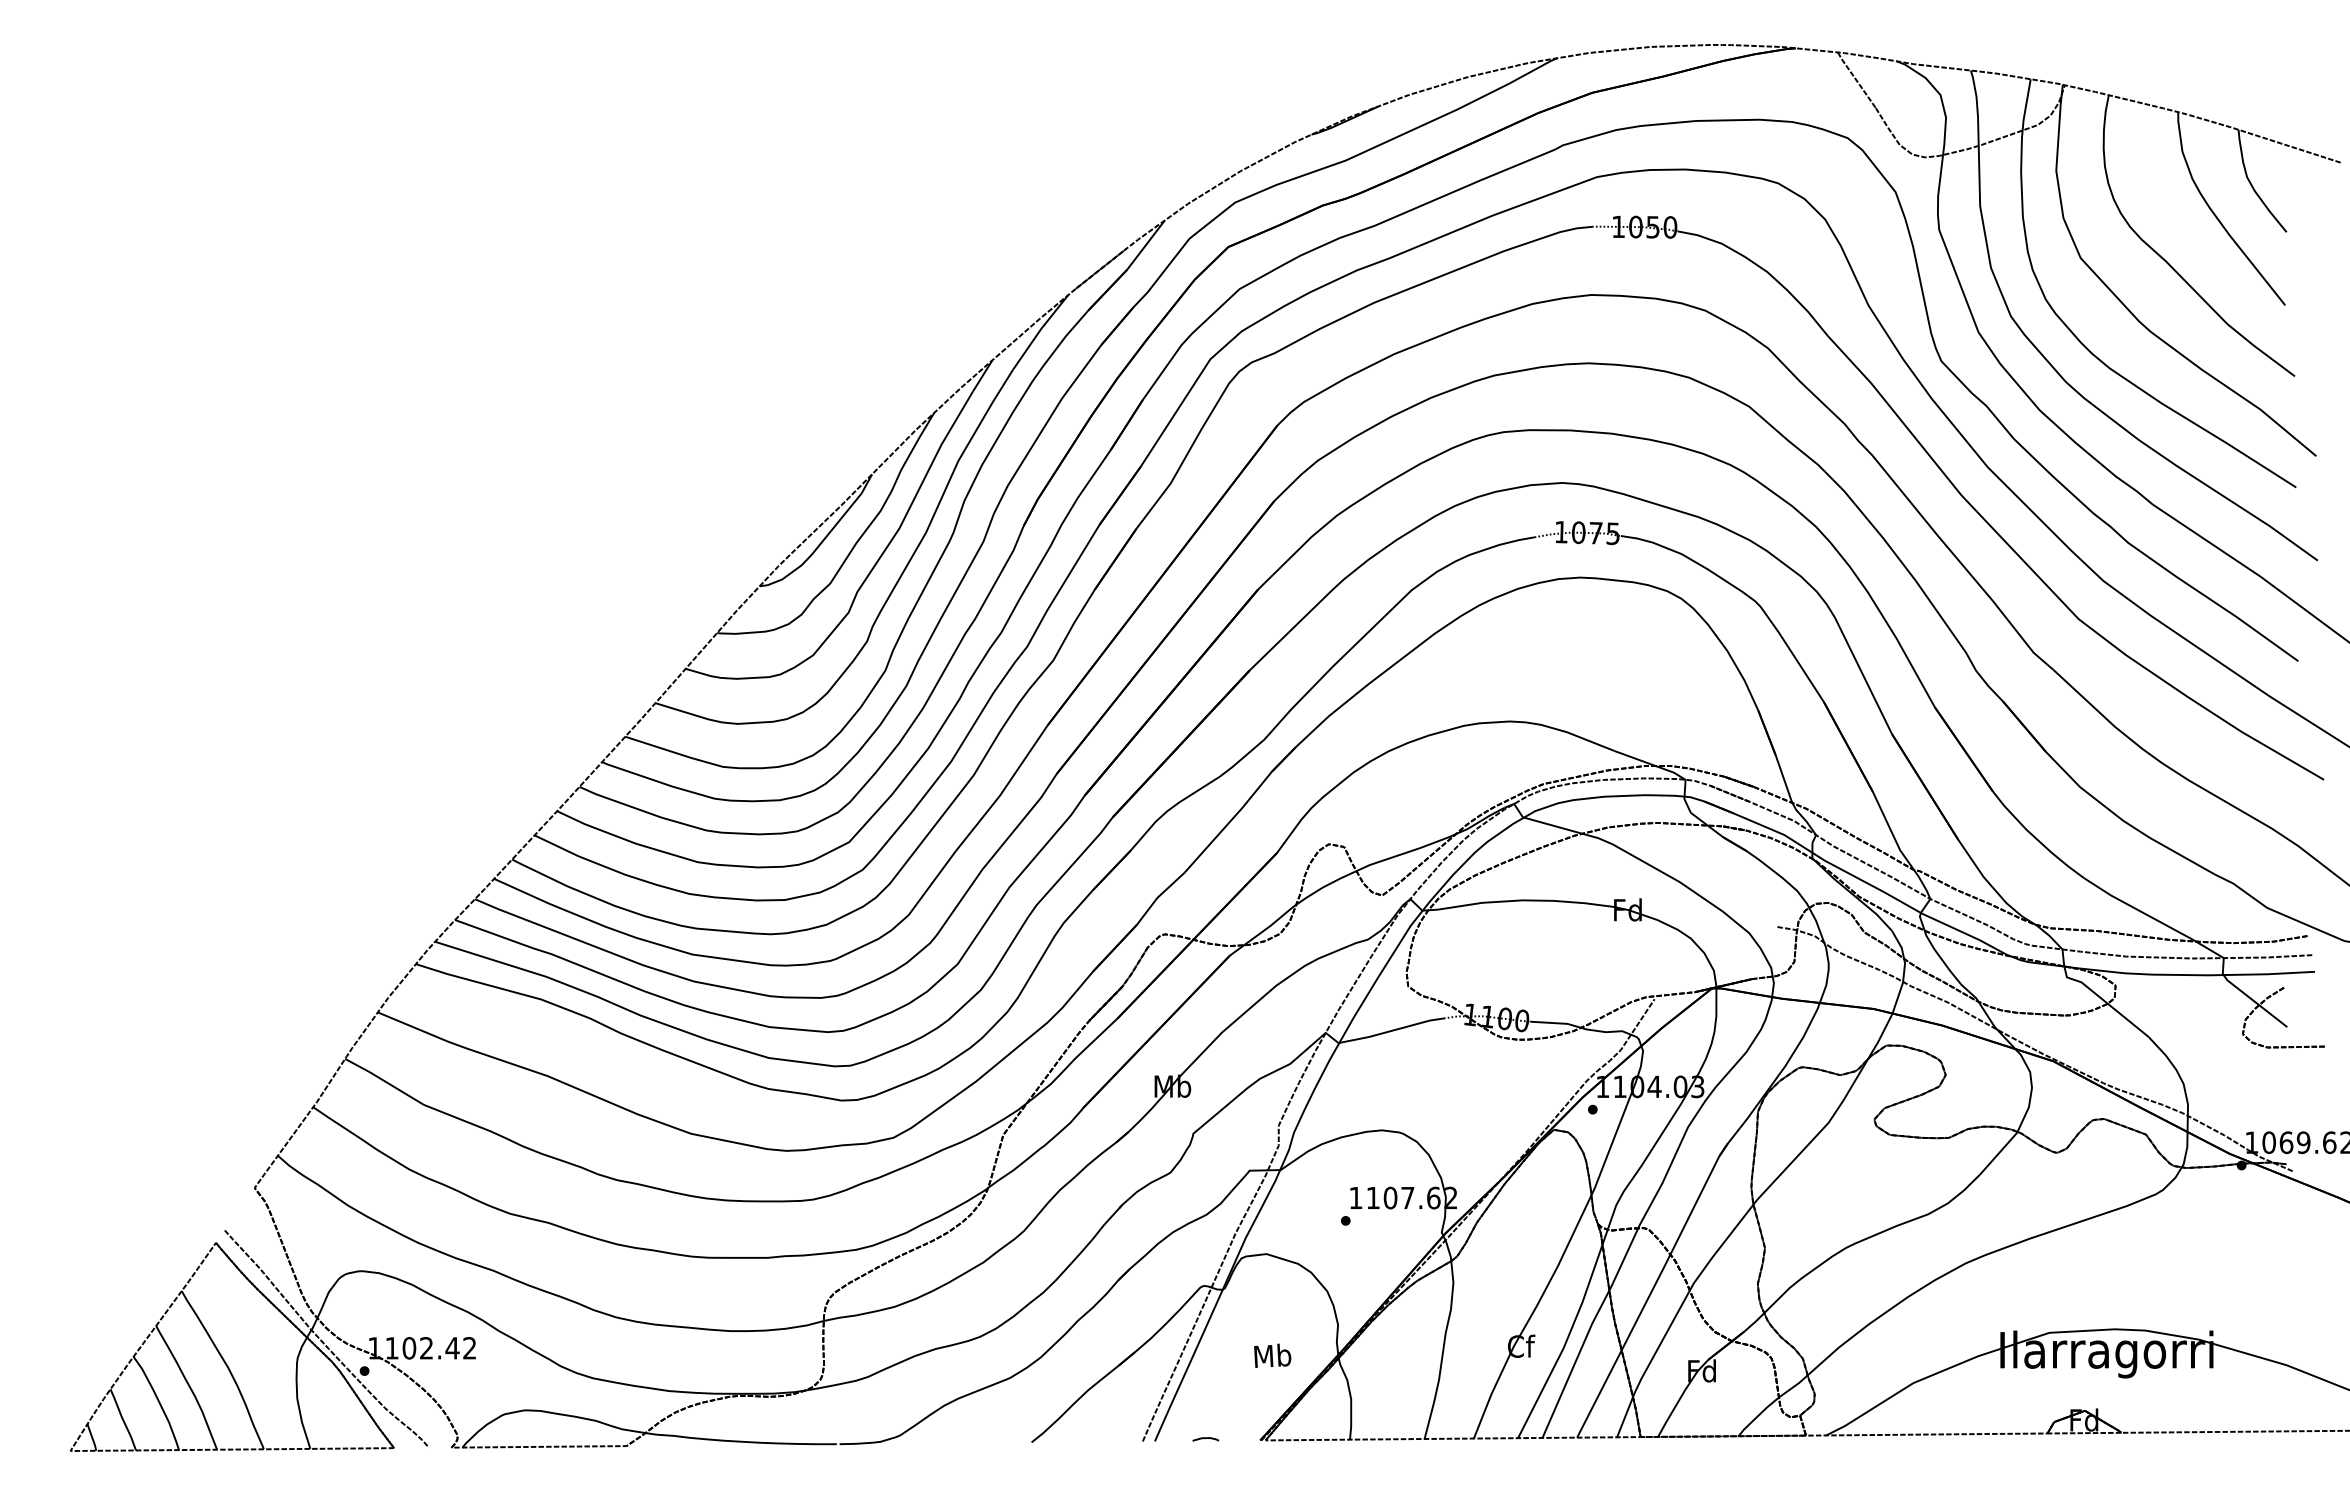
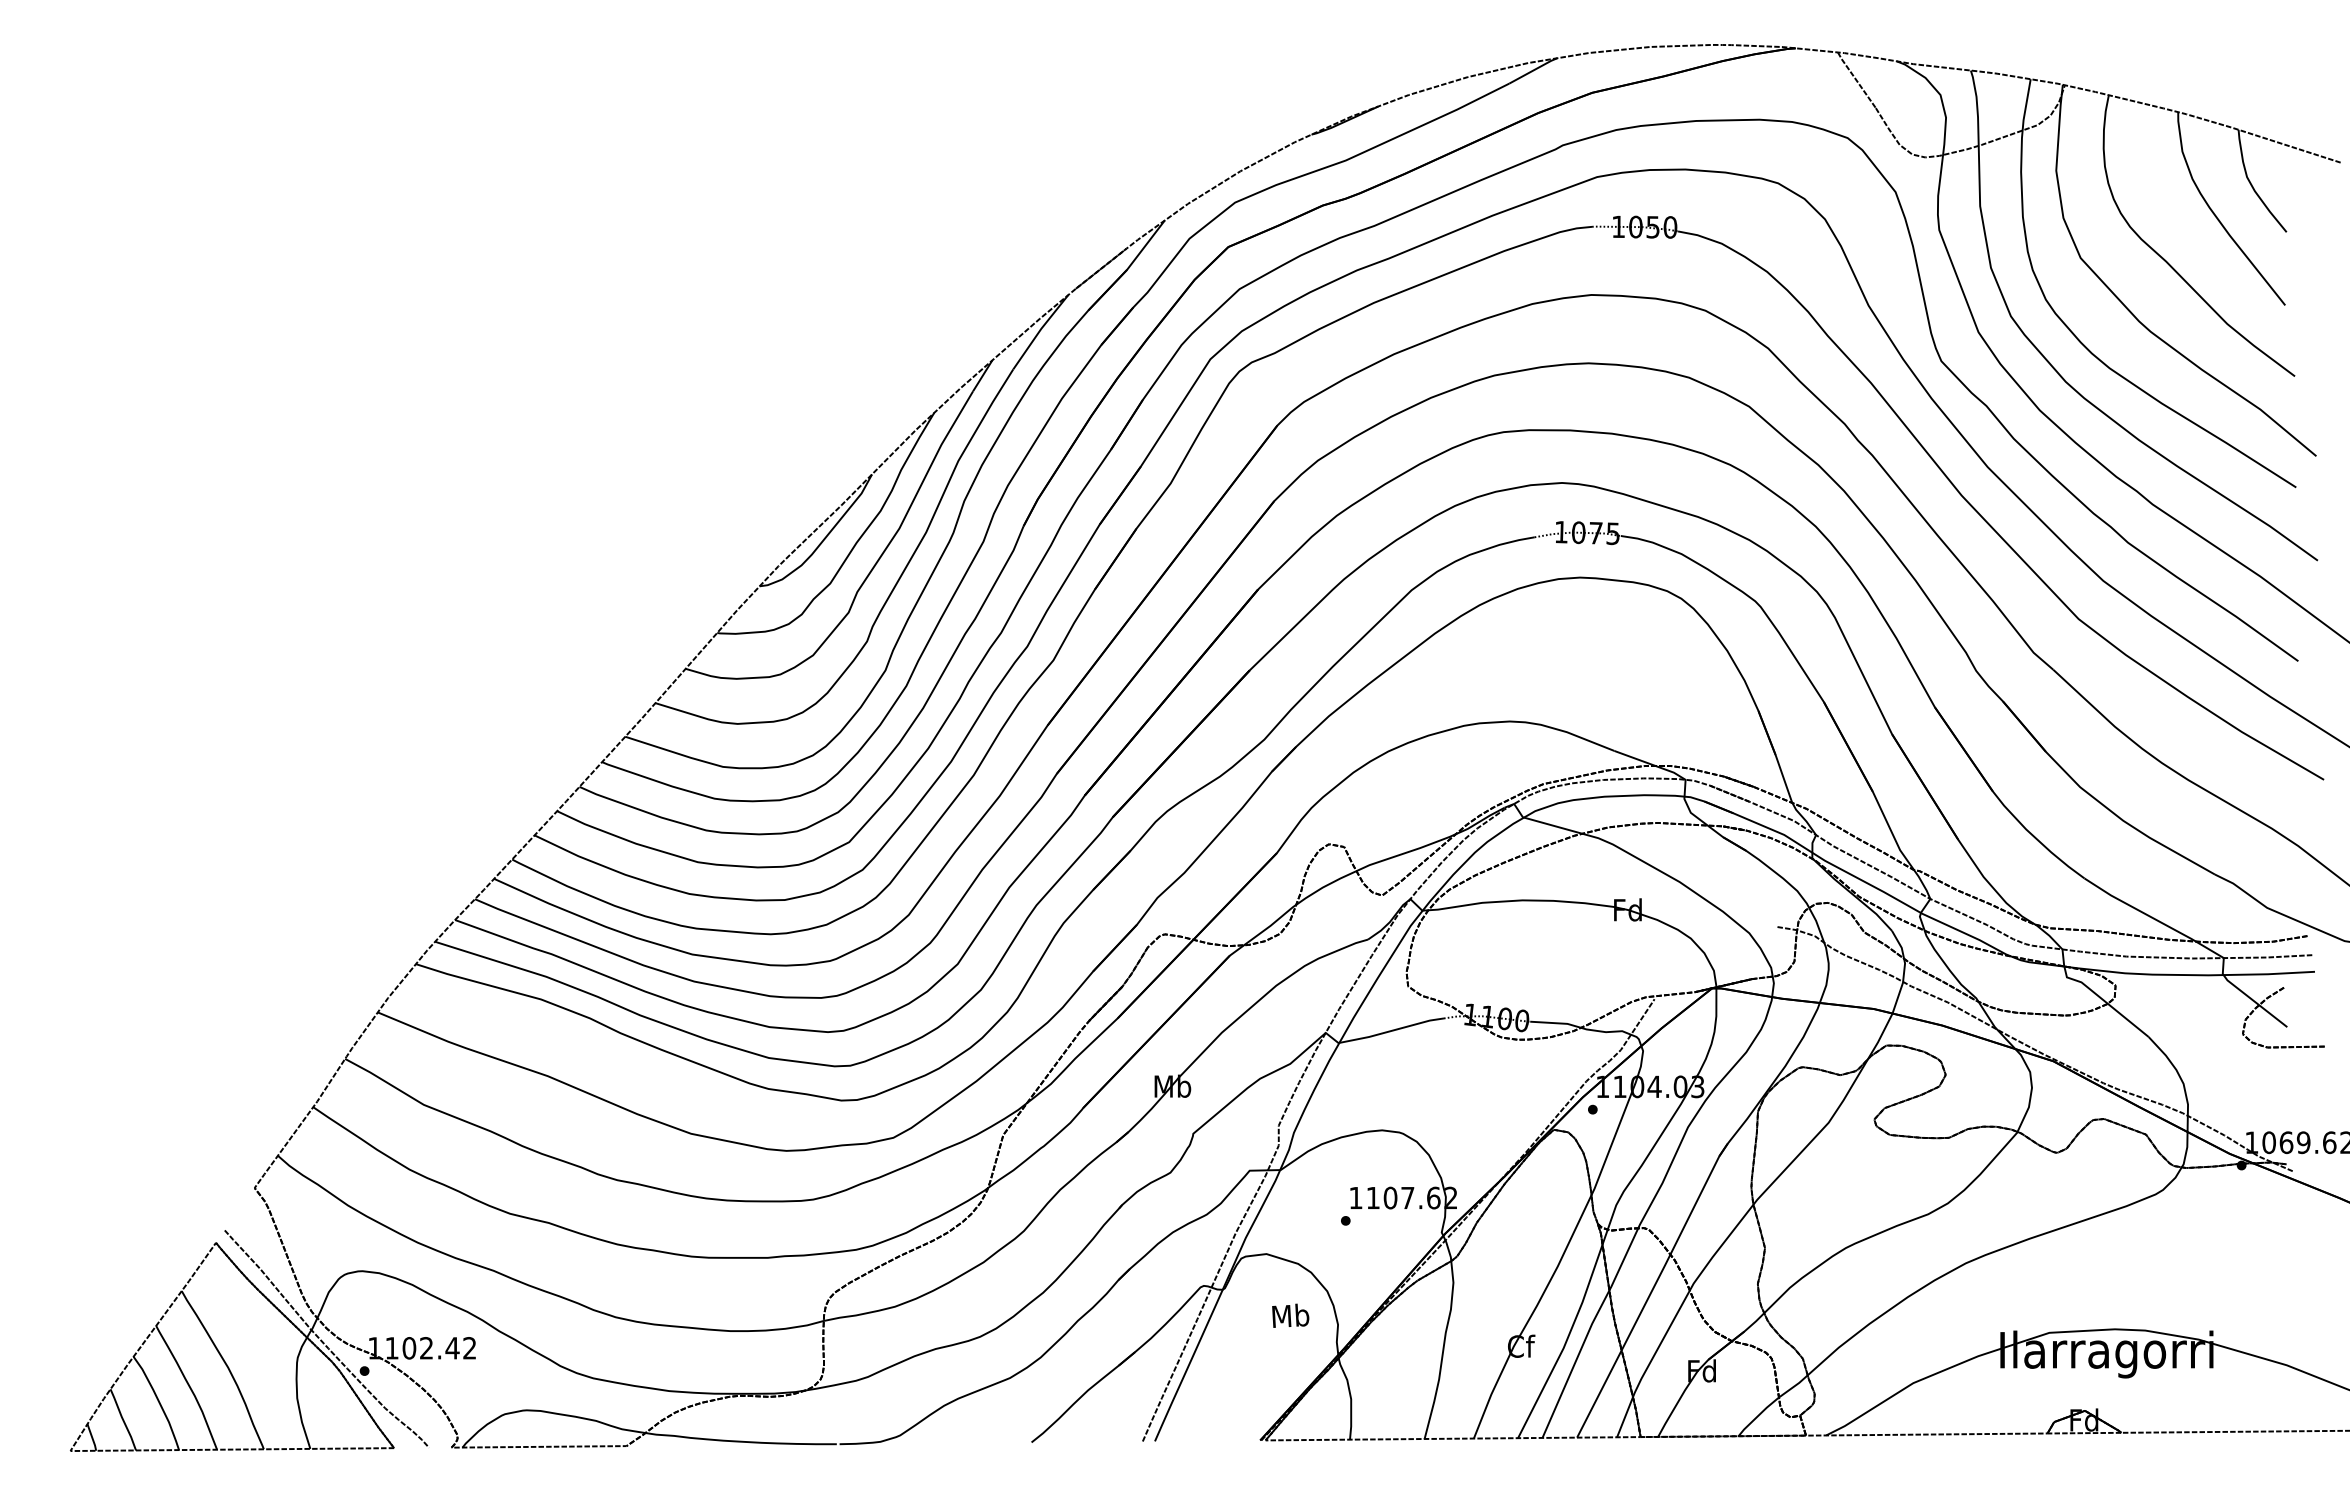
text at (1272, 1355) position: (1272, 1355) -> (1290, 1315)
curve at (1205, 1438): present -> none
